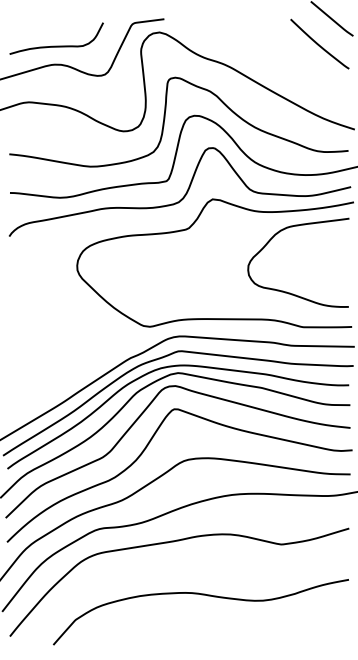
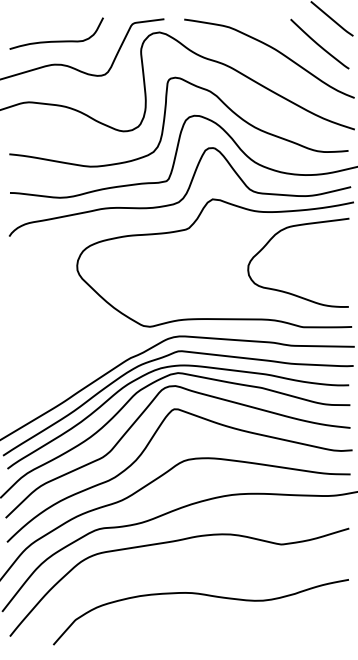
curve at (56, 45) position: (56, 45) -> (56, 40)
curve at (274, 50): none -> present
